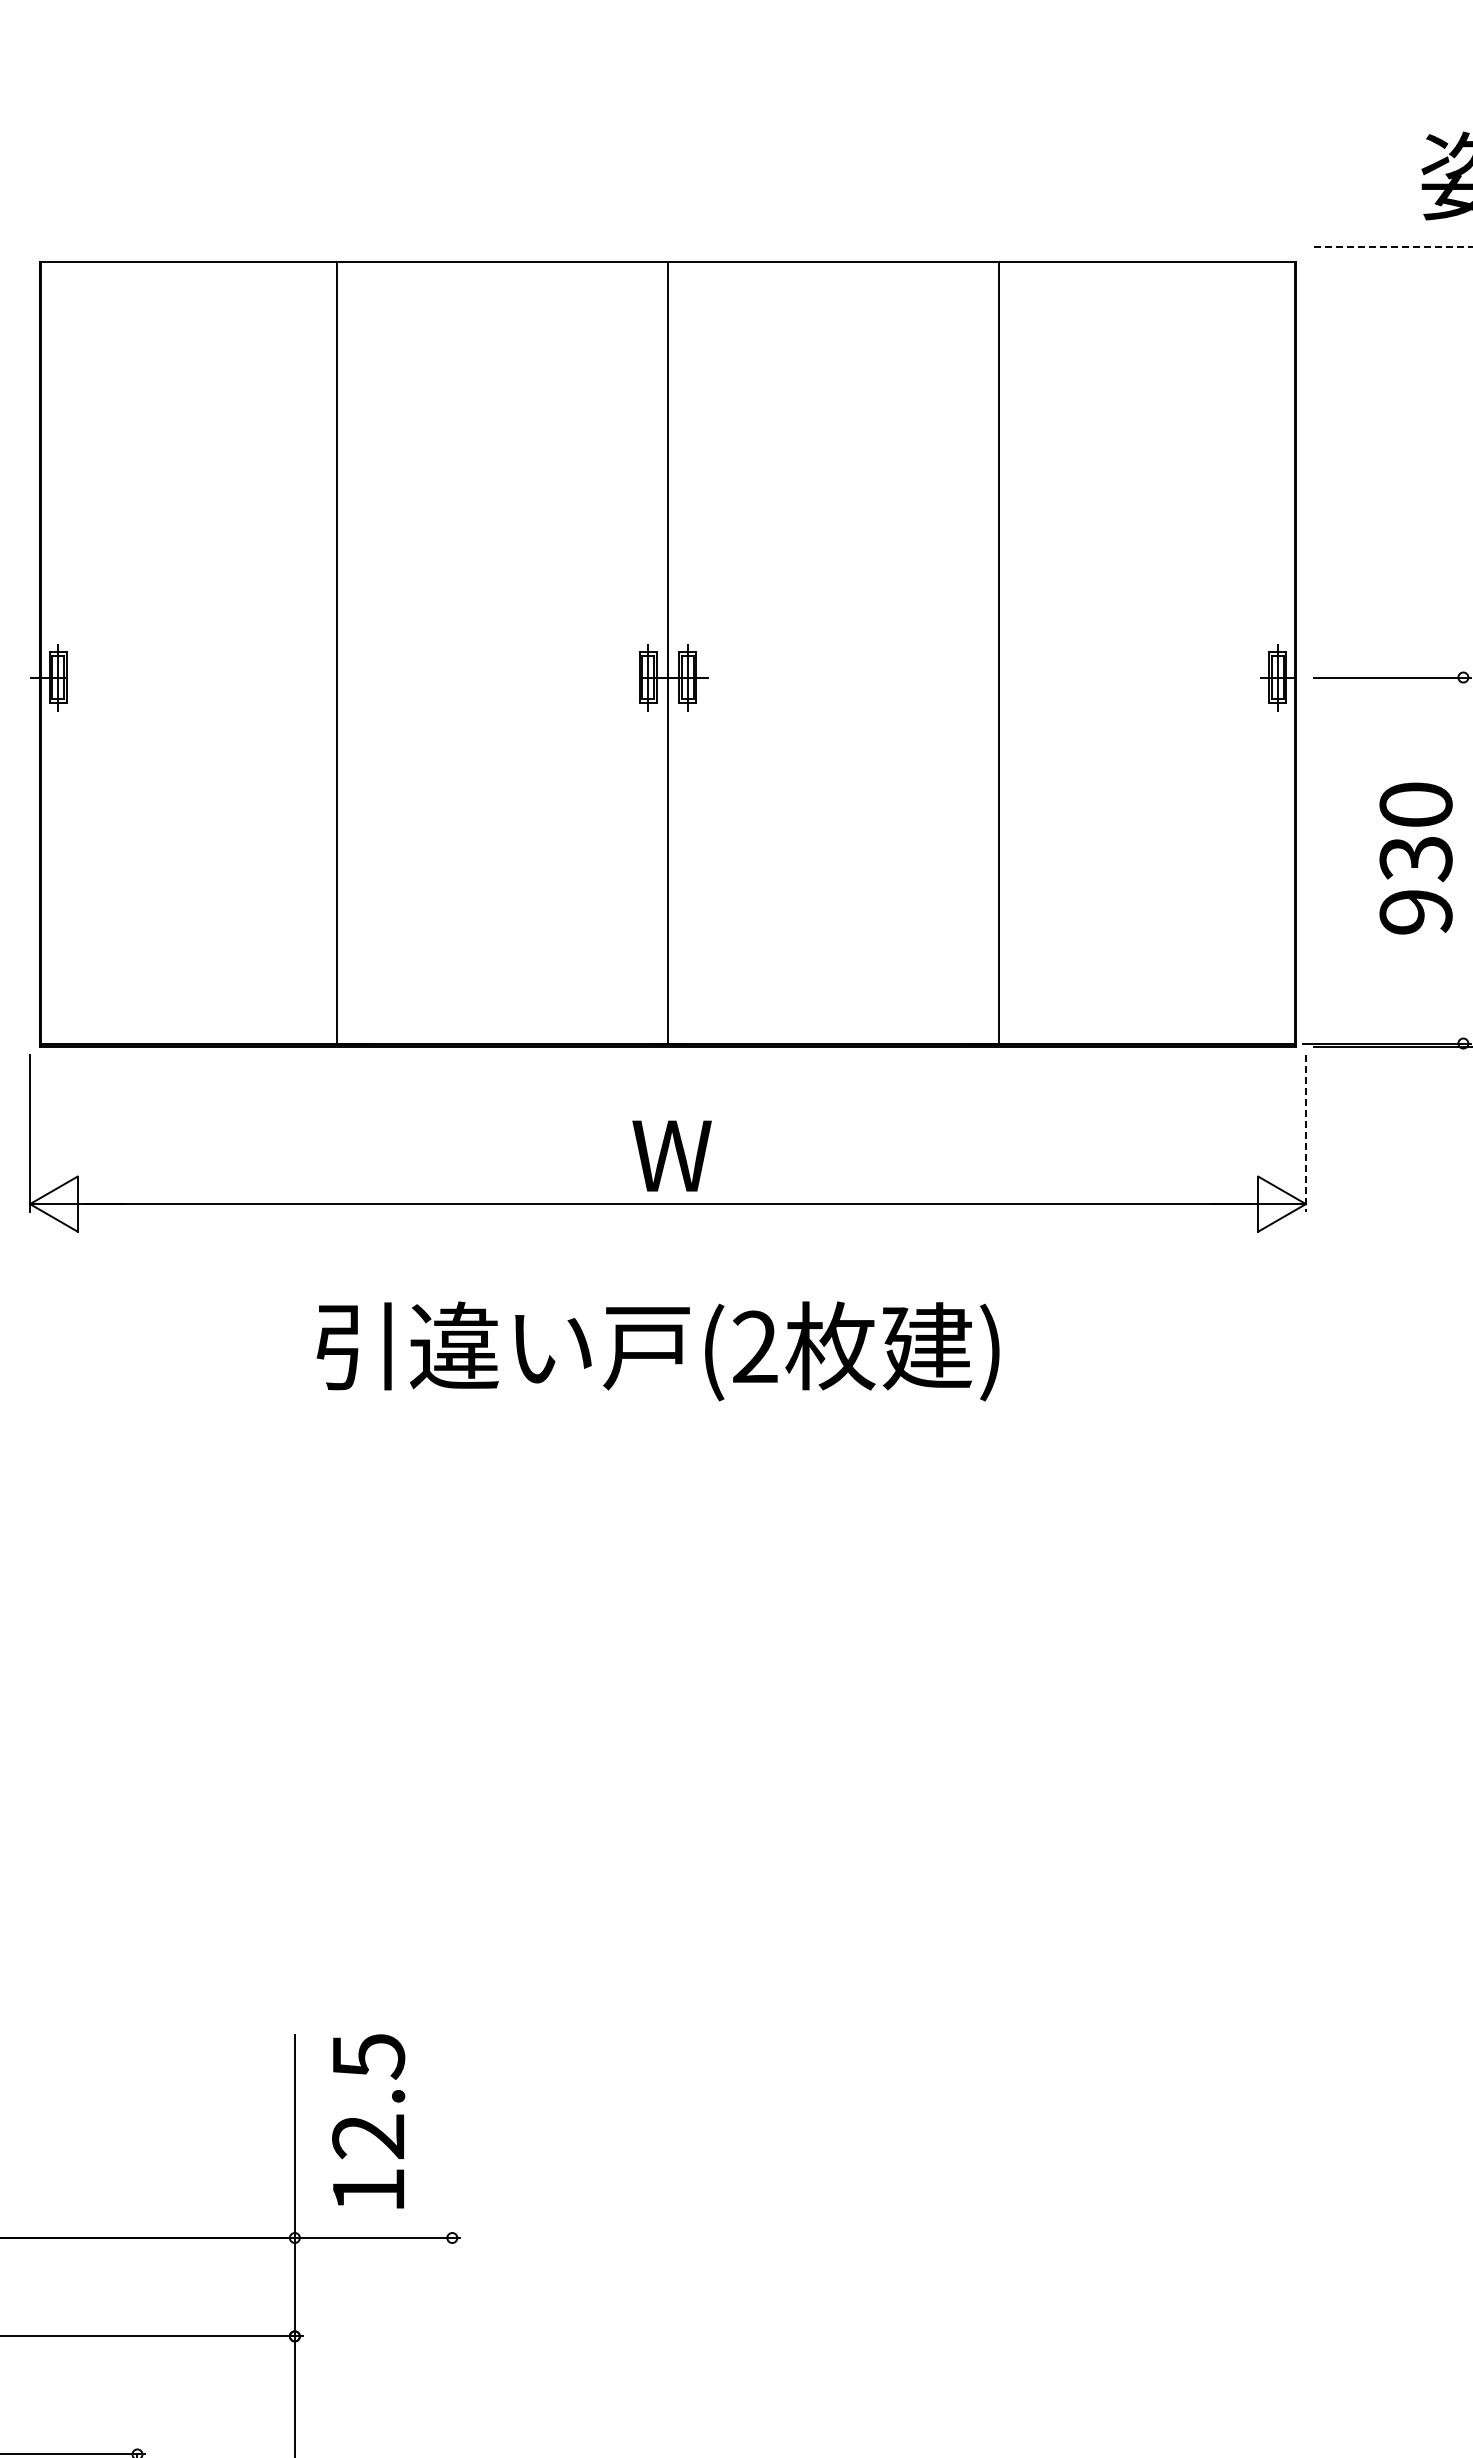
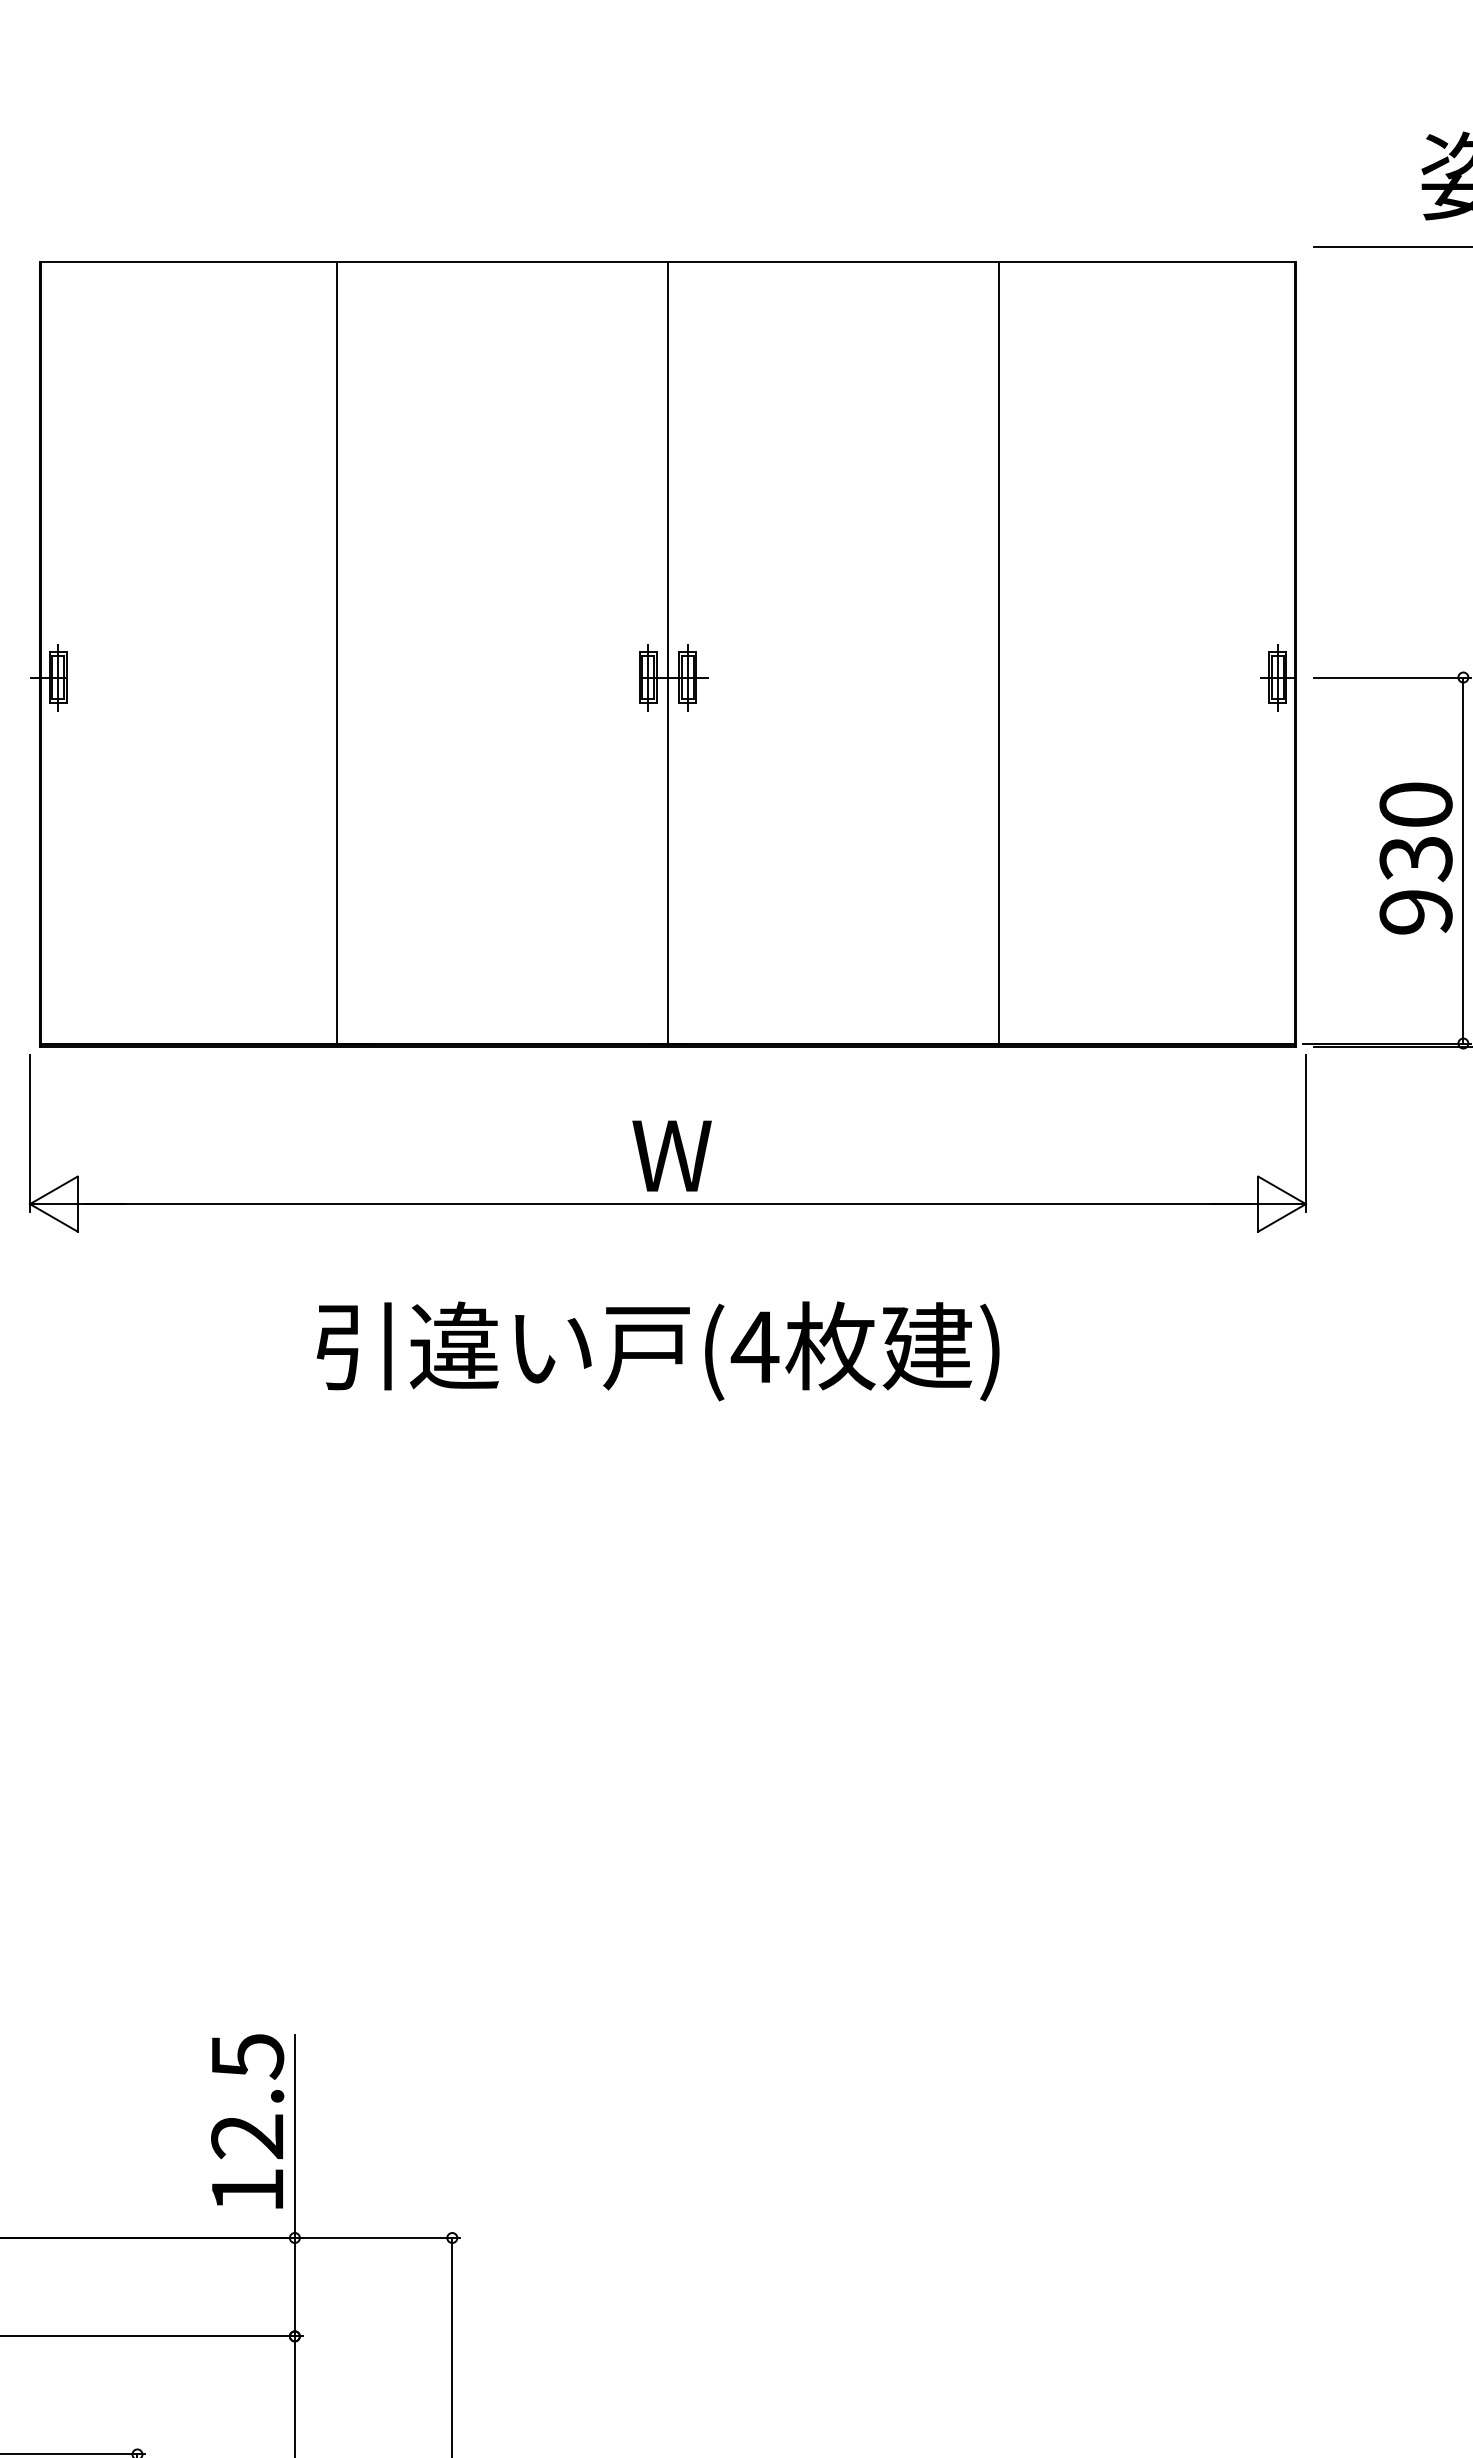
line at (1393, 246): dashed -> solid
line at (1463, 860): none -> present
line at (1305, 1133): dashed -> solid
text at (754, 1346): (2 -> (4
text at (368, 2121) position: (368, 2121) -> (247, 2121)
line at (452, 2346): none -> present
